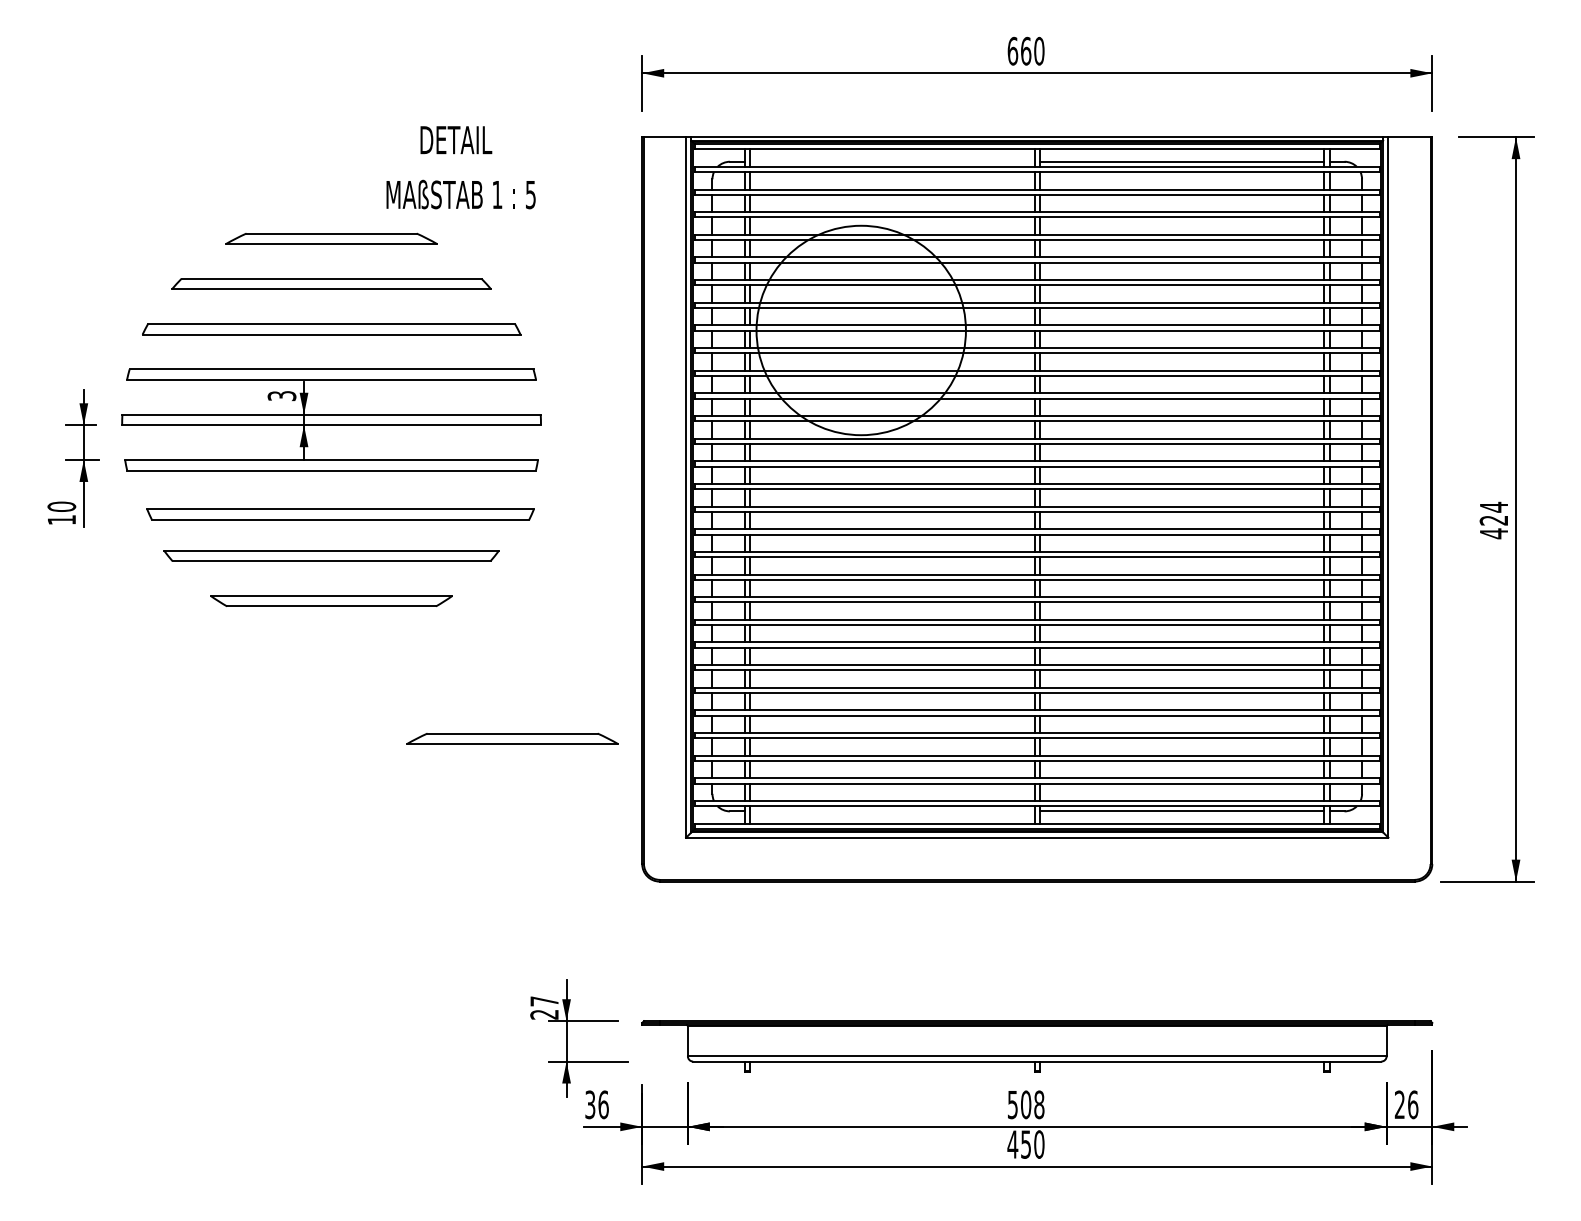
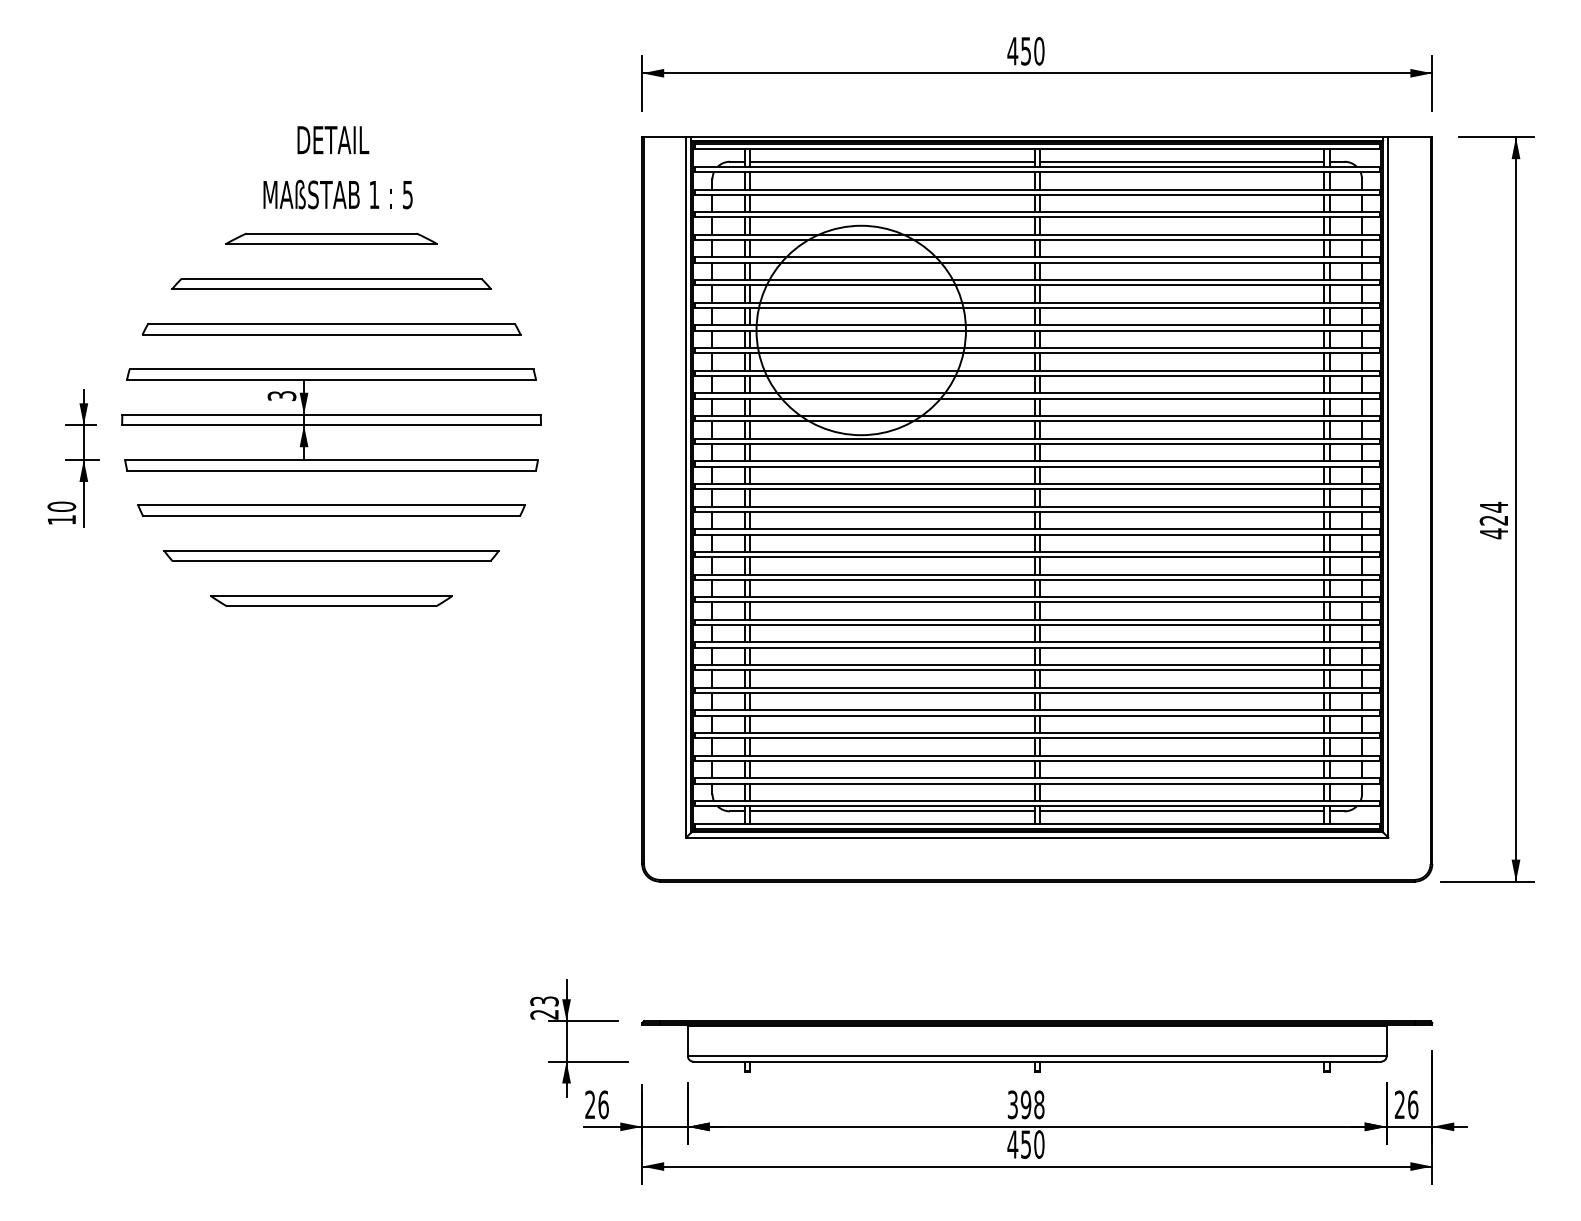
text at (1019, 50): 660 -> 450
line at (892, 161): none -> present
text at (460, 167) position: (460, 167) -> (337, 167)
part at (340, 514) position: (340, 514) -> (331, 510)
part at (512, 738): present -> none
line at (892, 811): none -> present
text at (544, 1001): 27 -> 23
text at (590, 1104): 36 -> 26
text at (1019, 1104): 508 -> 398
